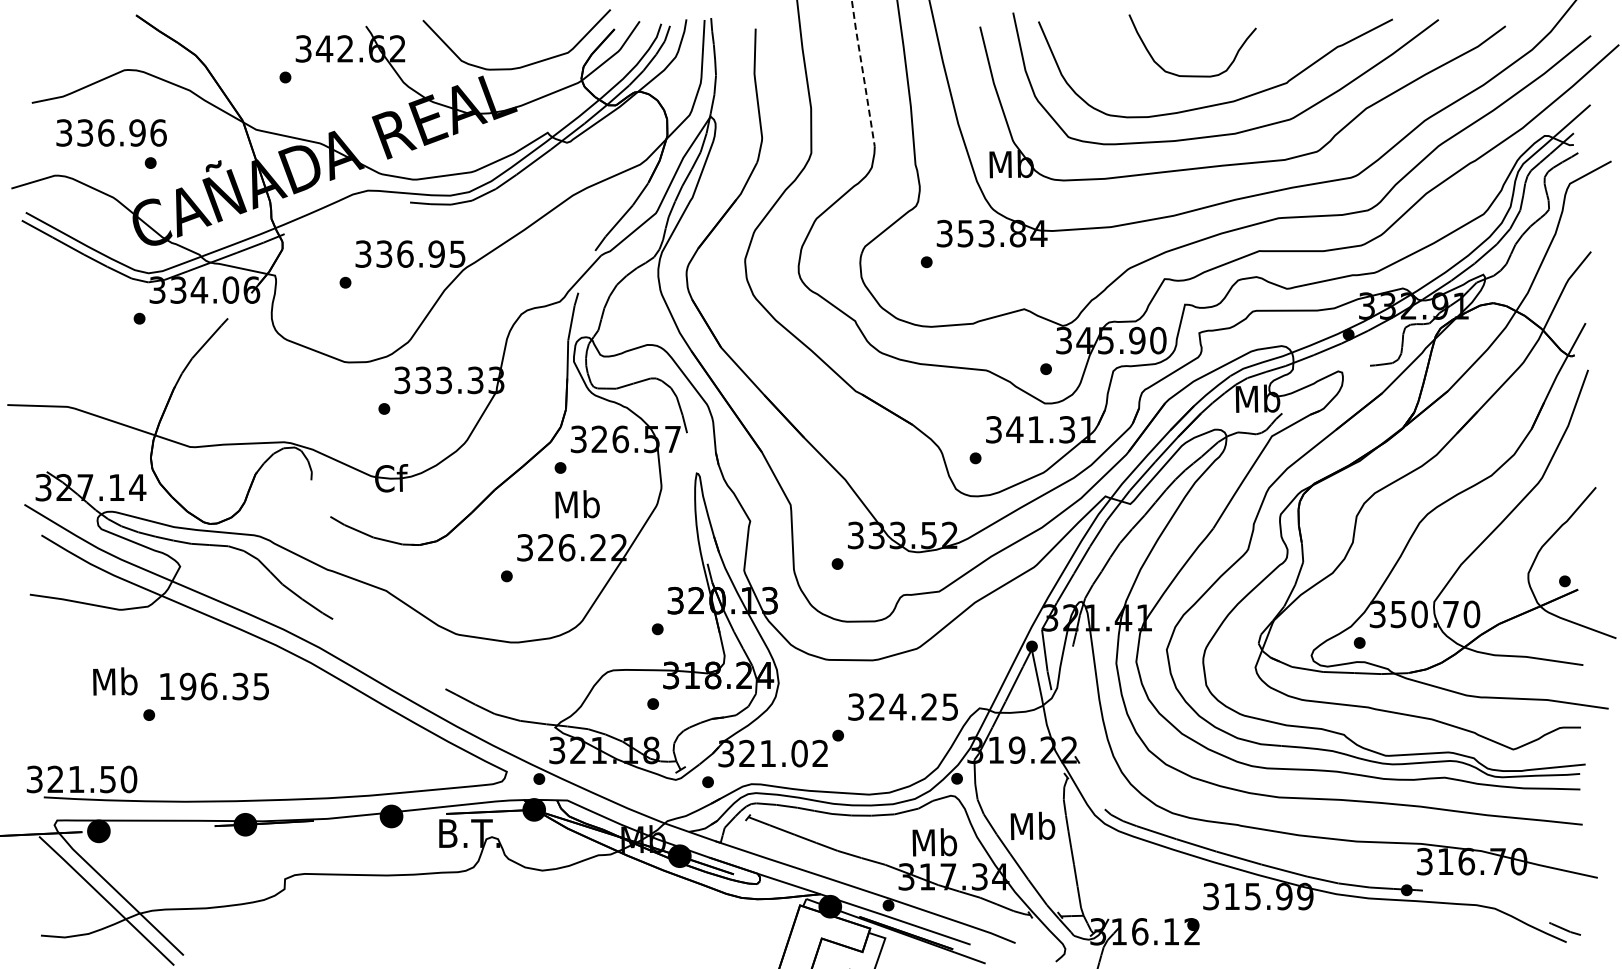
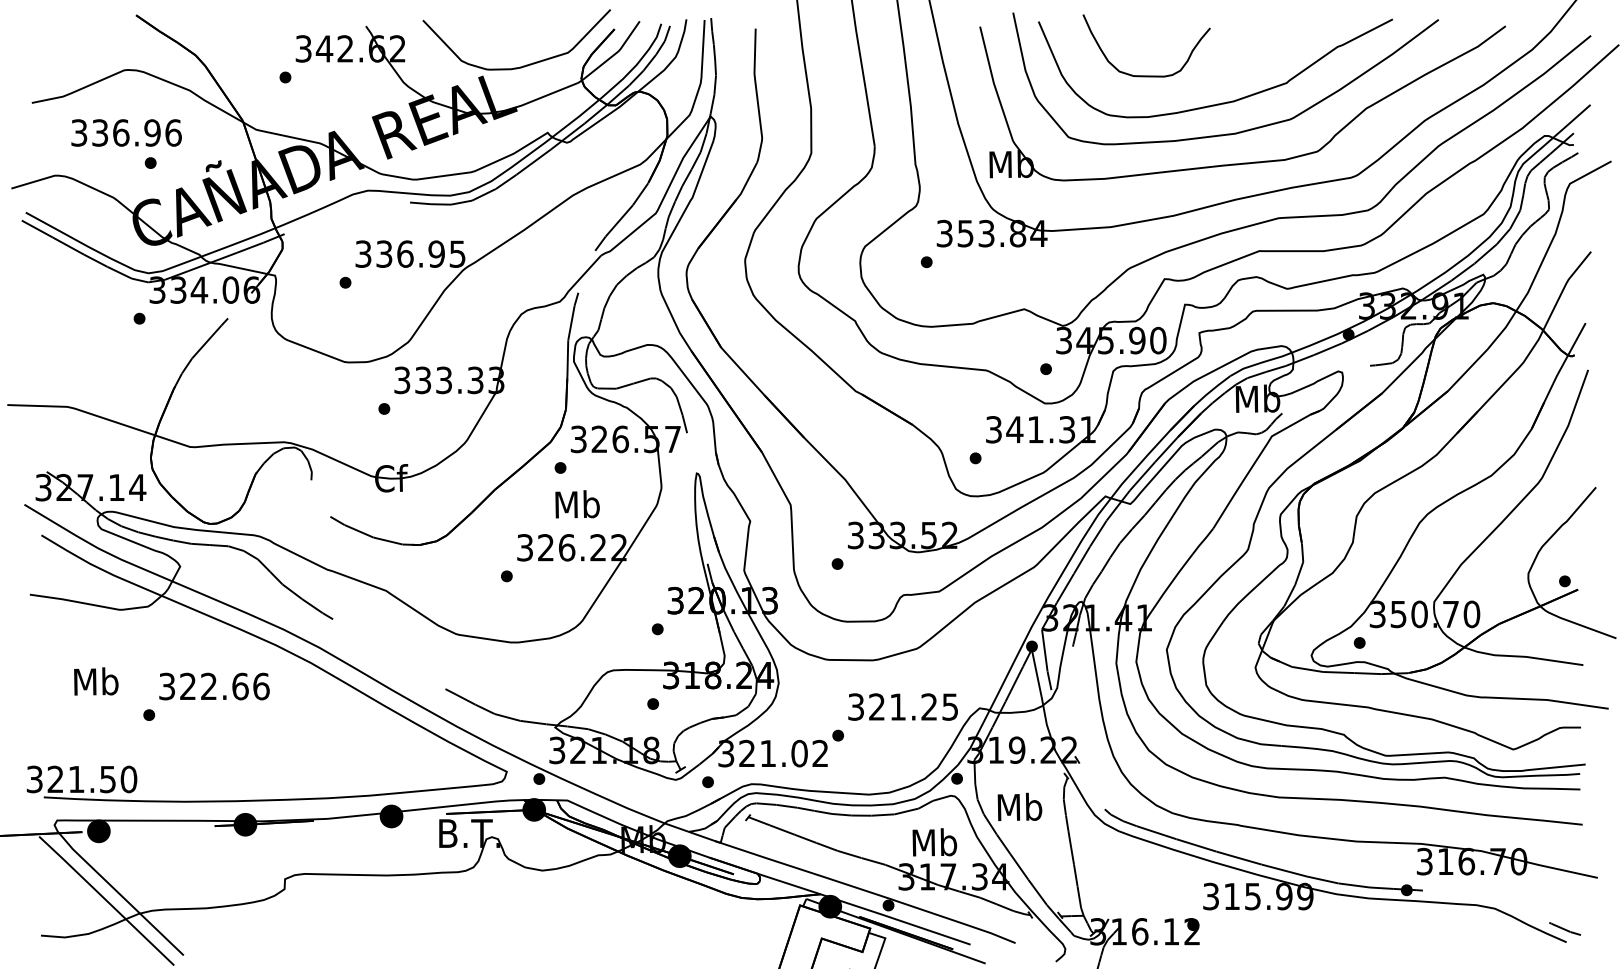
line at (863, 73): dashed -> solid
curve at (1192, 75) position: (1192, 75) -> (1146, 75)
text at (111, 132) position: (111, 132) -> (126, 132)
text at (115, 681) position: (115, 681) -> (96, 681)
text at (214, 686): 196.35 -> 322.66
text at (897, 706): 324.25 -> 321.25
text at (1032, 825) position: (1032, 825) -> (1019, 806)
